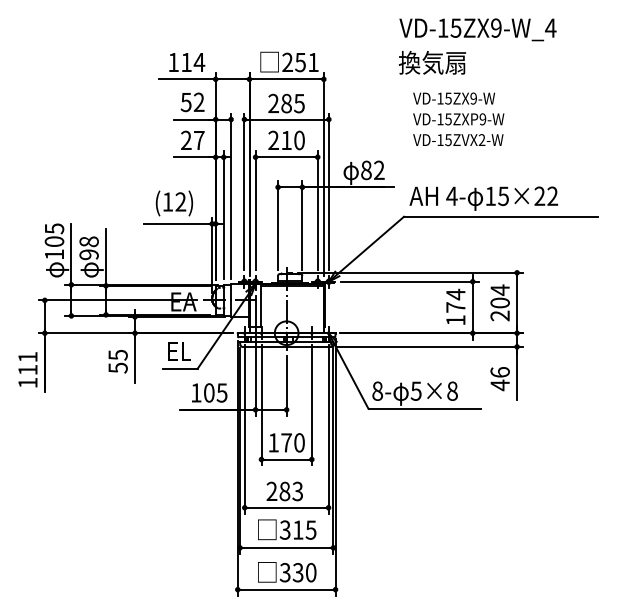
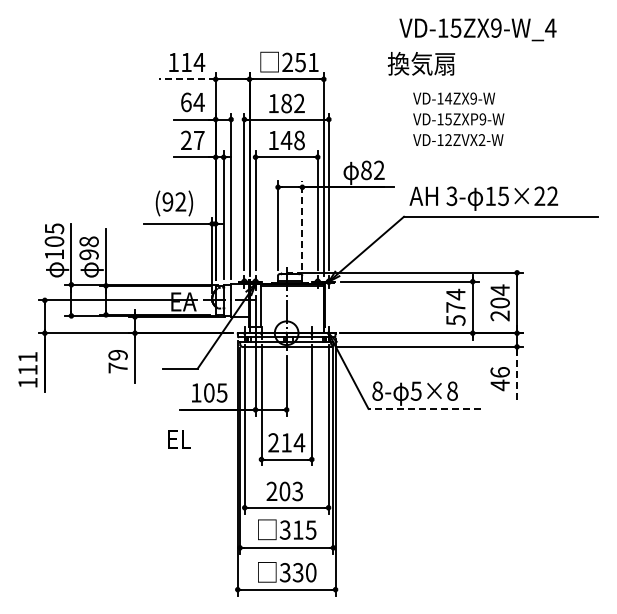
text at (431, 62) position: (431, 62) -> (420, 63)
line at (186, 79): solid -> dashed
text at (448, 98): VD-15ZX9-W -> VD-14ZX9-W
text at (192, 102): 52 -> 64
text at (286, 103): 285 -> 182
text at (286, 139): 210 -> 148
text at (448, 140): VD-15ZVX2-W -> VD-12ZVX2-W
text at (451, 196): 4- -> 3-
text at (167, 201): (12) -> (92)
line at (302, 225): solid -> dashed
text at (455, 320): 174 -> 574
text at (179, 351) position: (179, 351) -> (179, 439)
text at (117, 361): 55 -> 79
line at (517, 372): solid -> dashed
line at (424, 408): solid -> dashed
text at (286, 442): 170 -> 214
text at (284, 491): 283 -> 203
